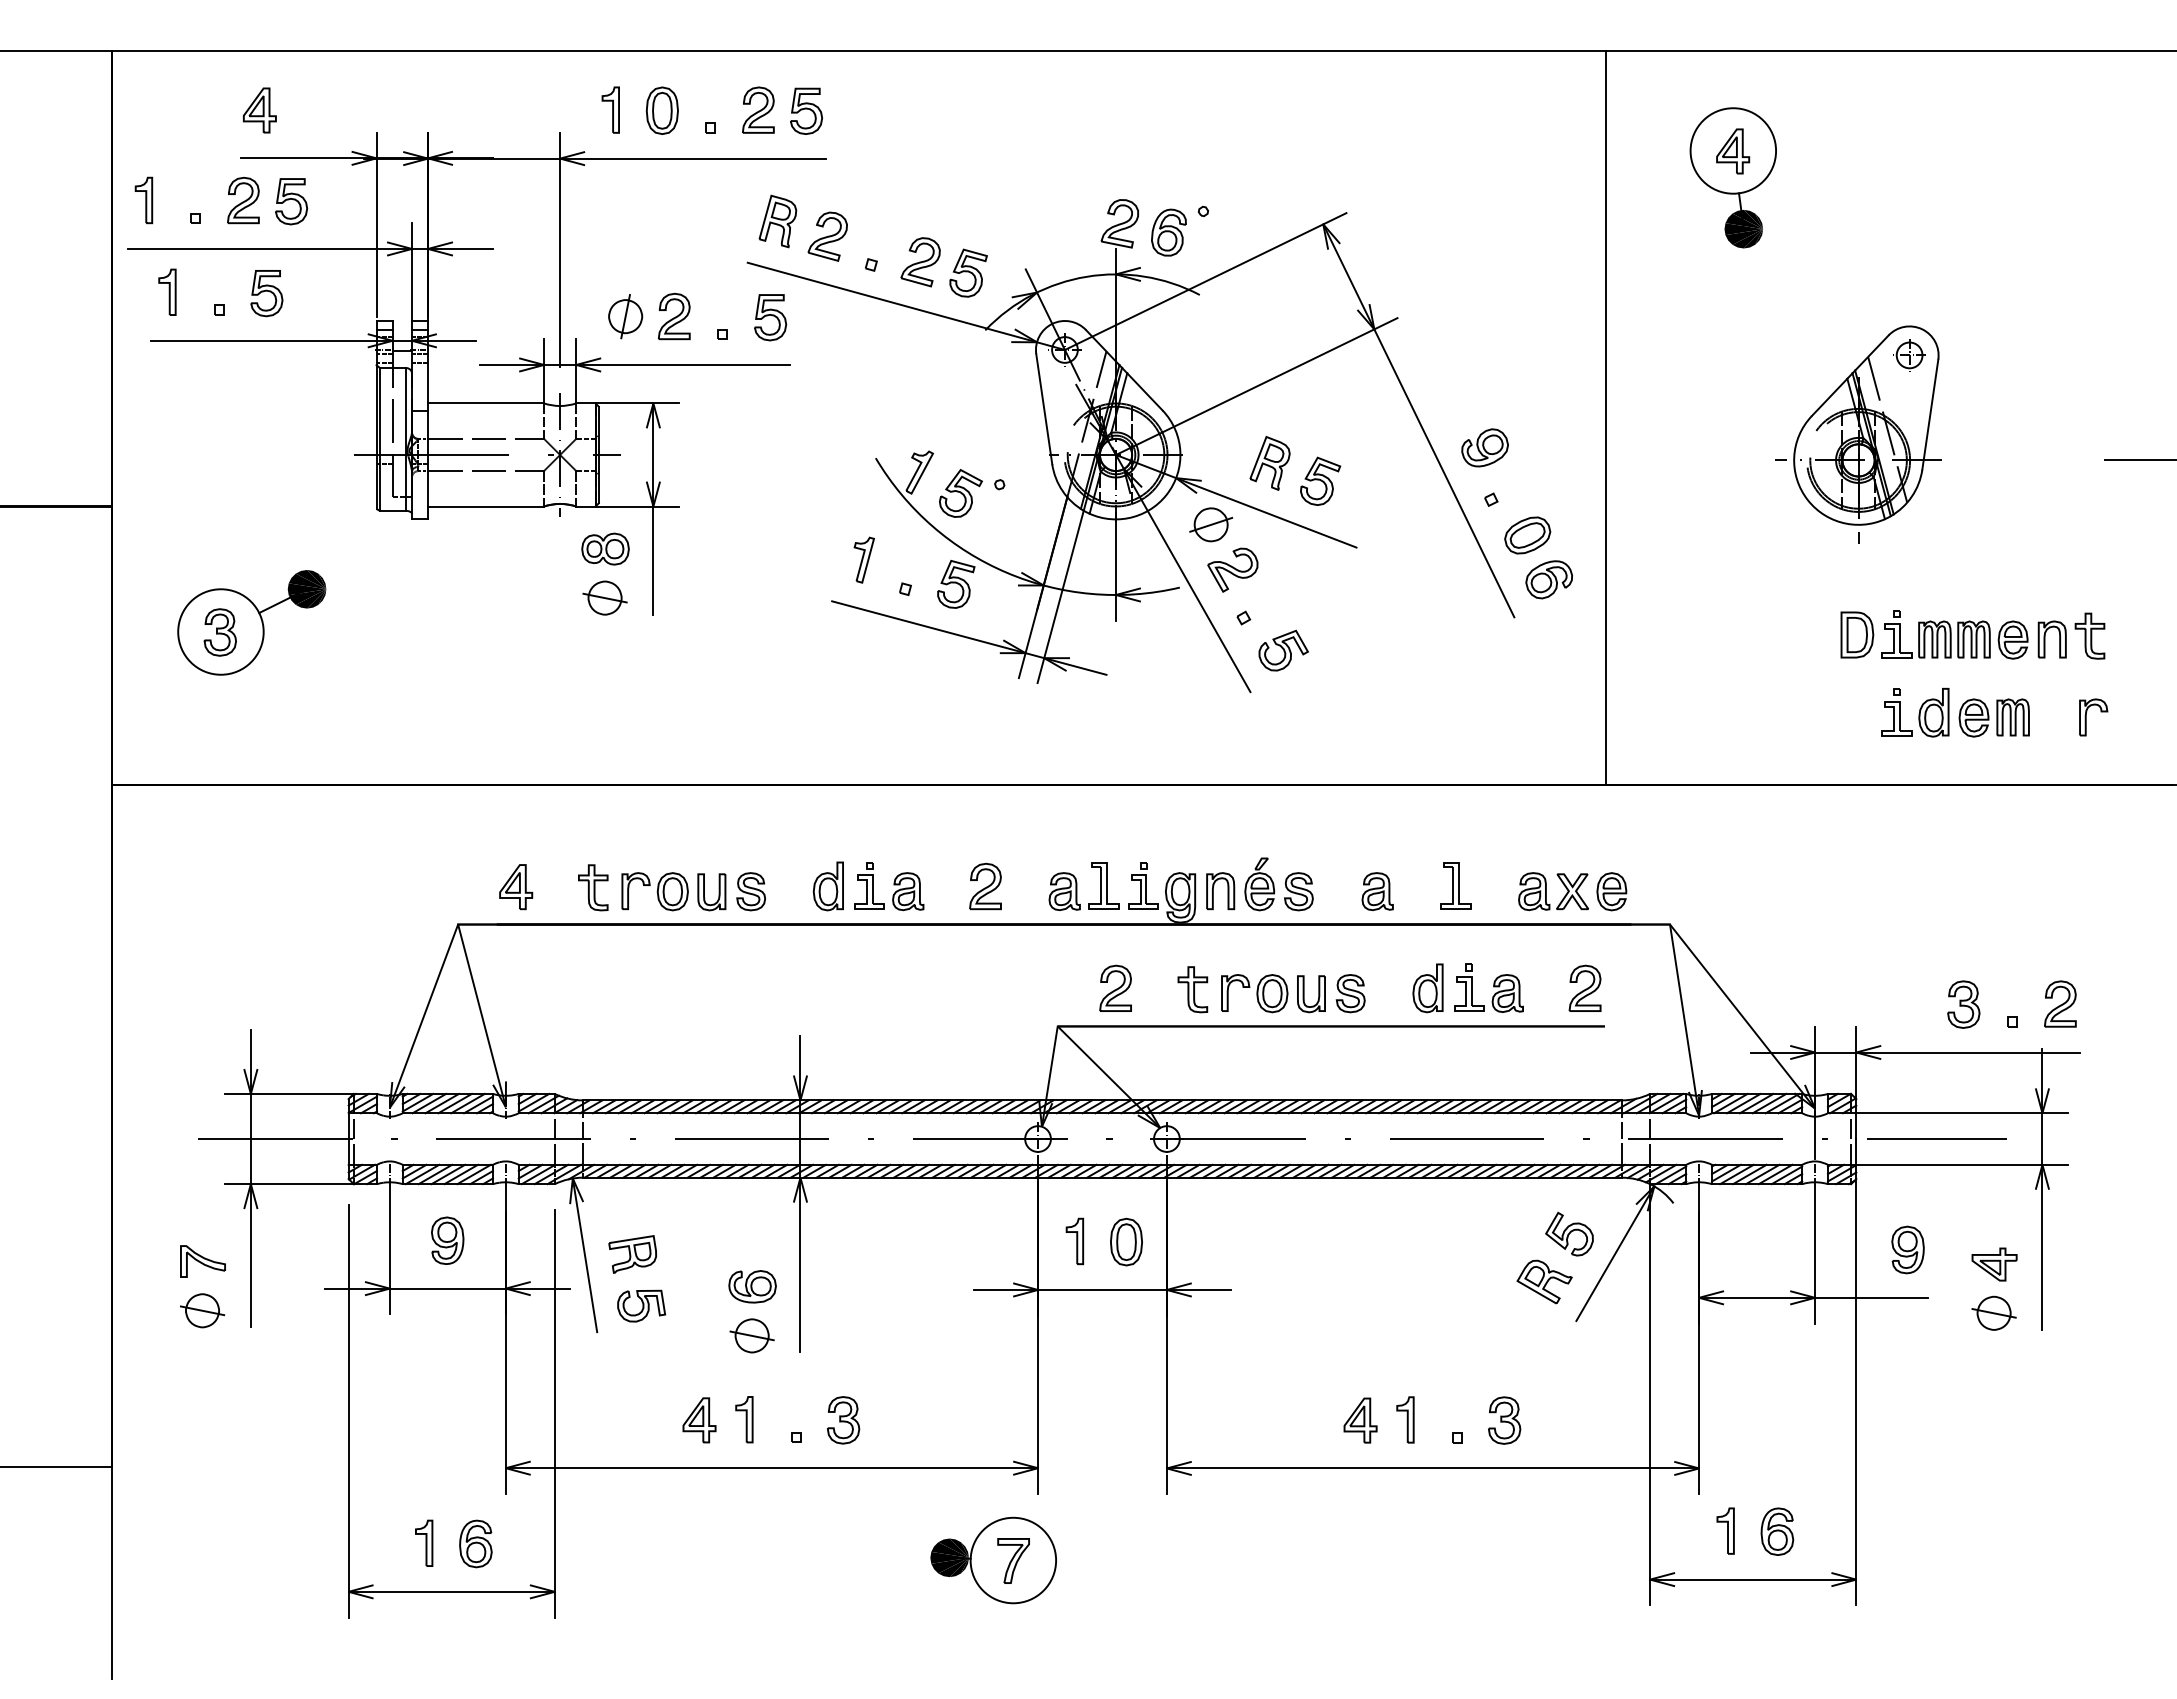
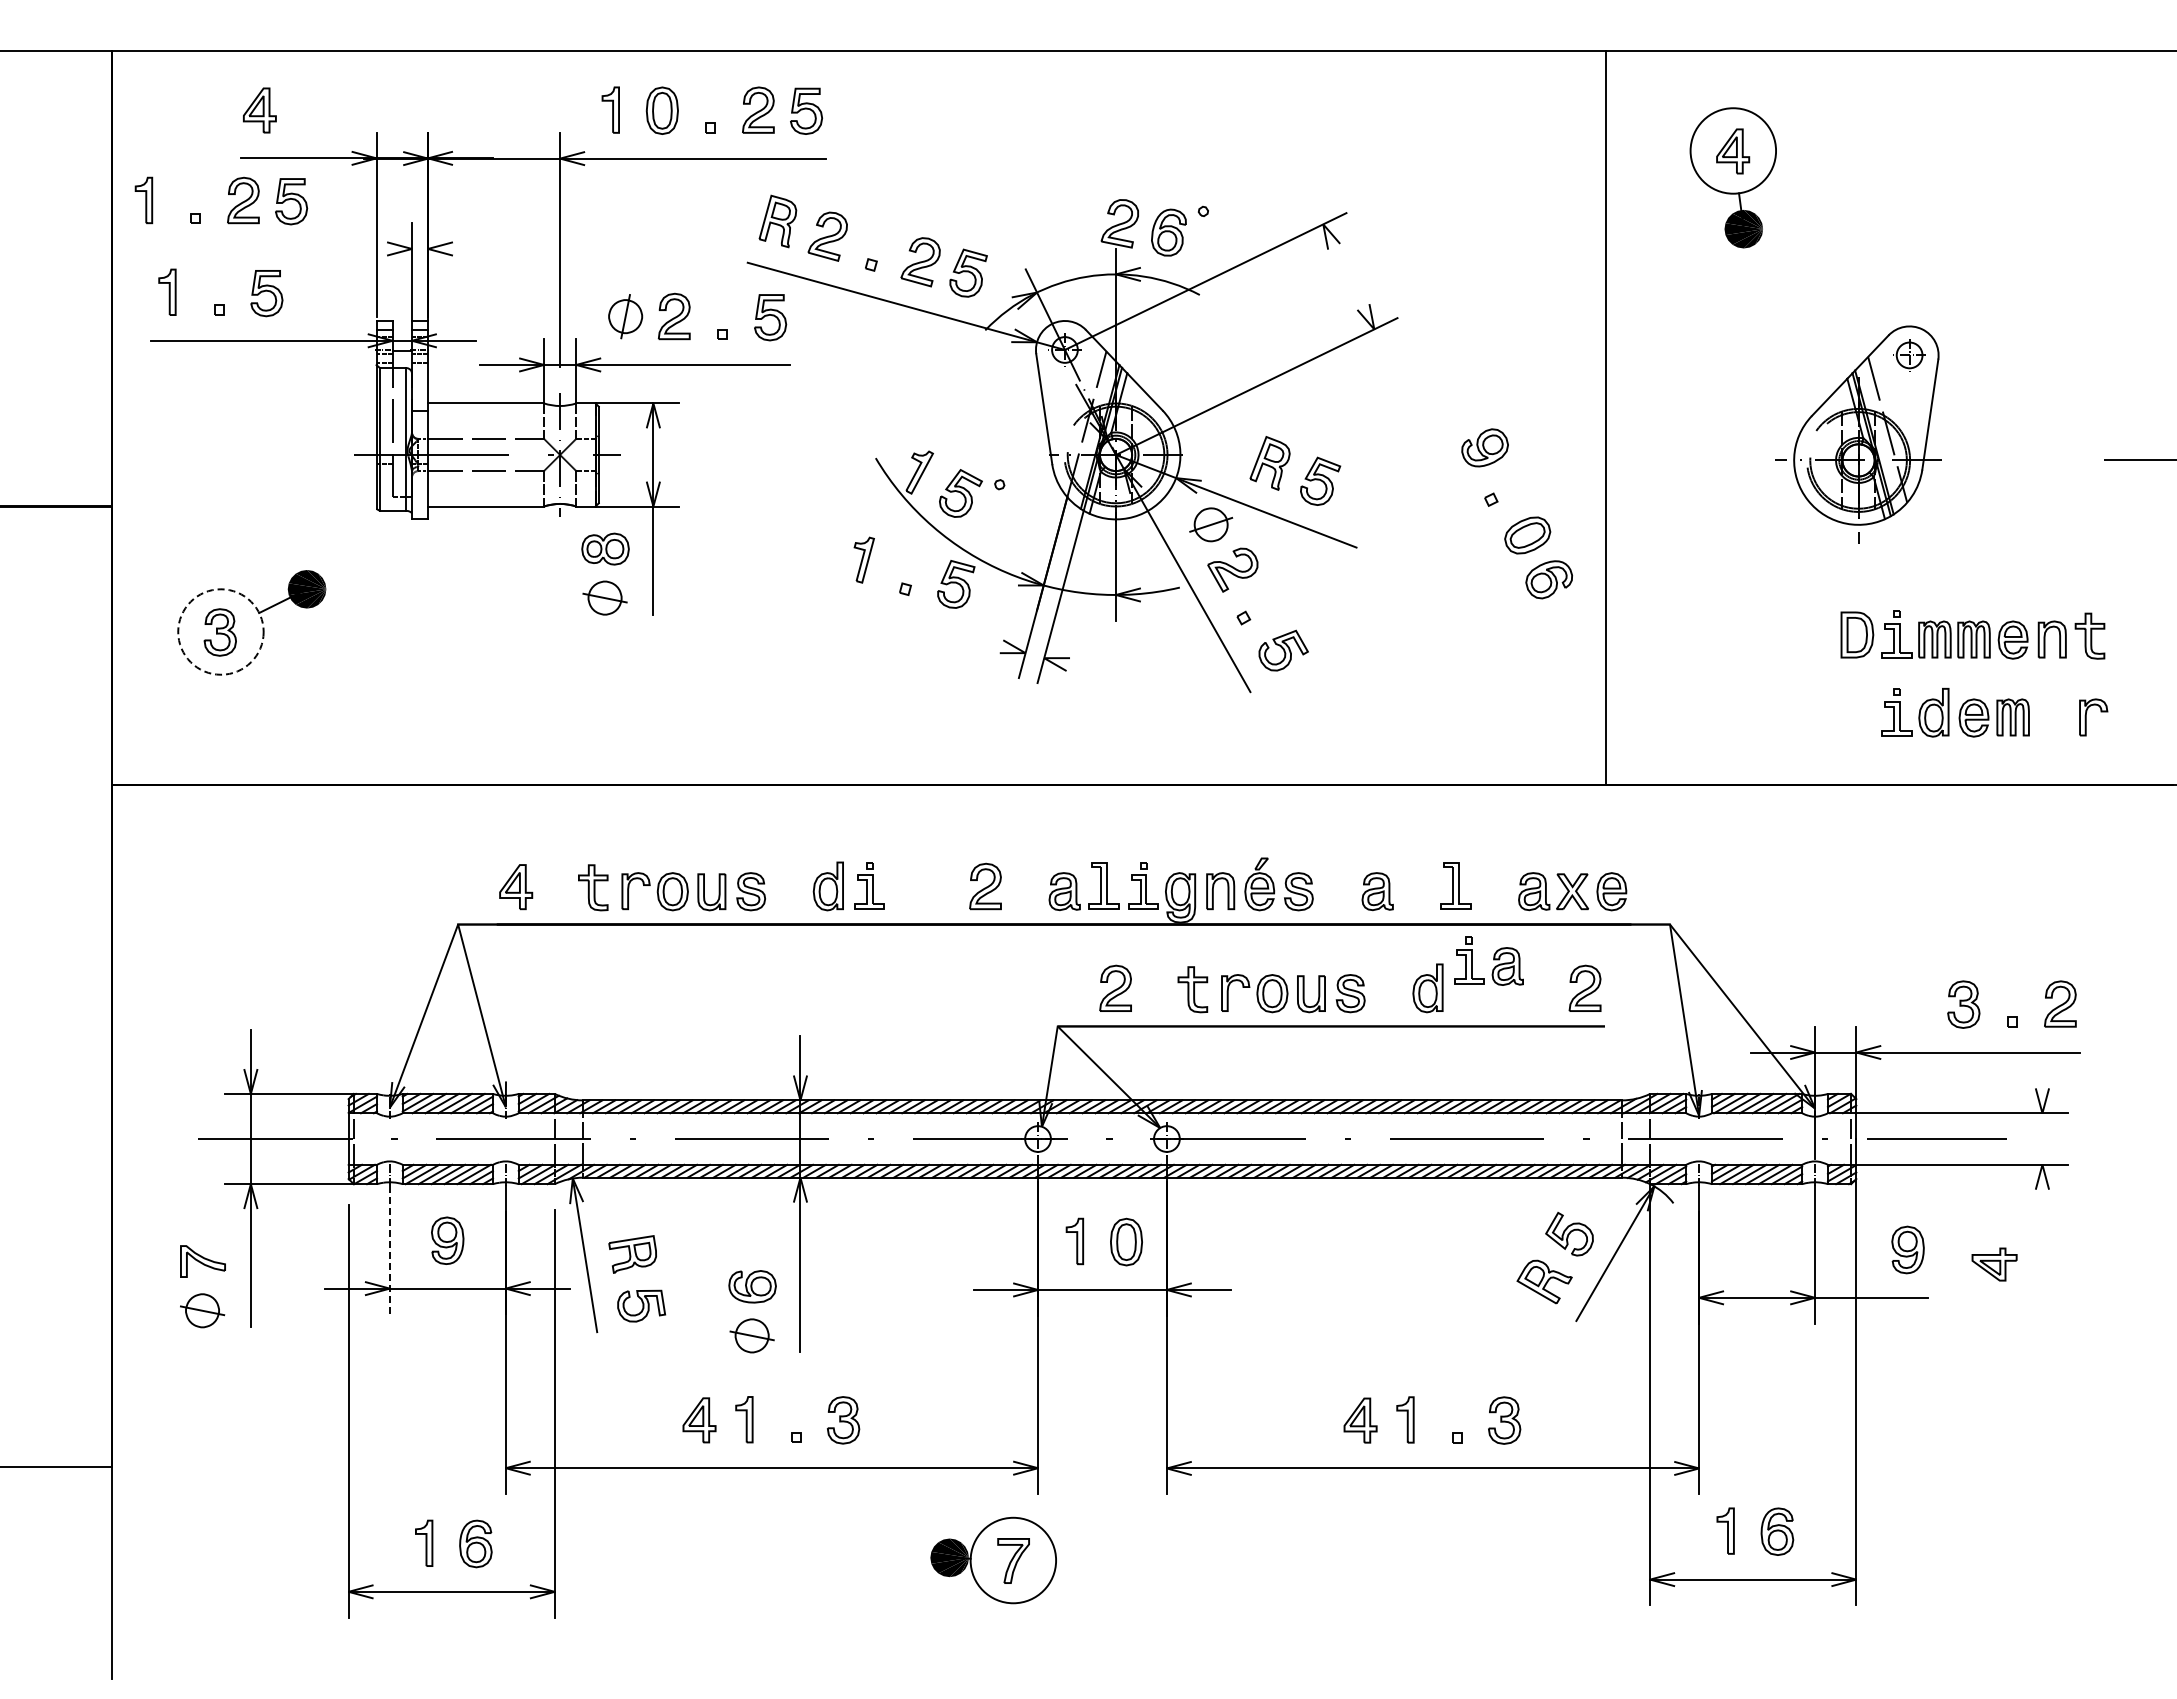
line at (309, 248): present -> none
line at (1418, 420): present -> none
circle at (220, 631): solid -> dashed
line at (969, 637): present -> none
part at (908, 891): present -> none
part at (1488, 987) position: (1488, 987) -> (1488, 960)
line at (2042, 1188): present -> none
line at (389, 1250): solid -> dashed
part at (1993, 1312): present -> none
